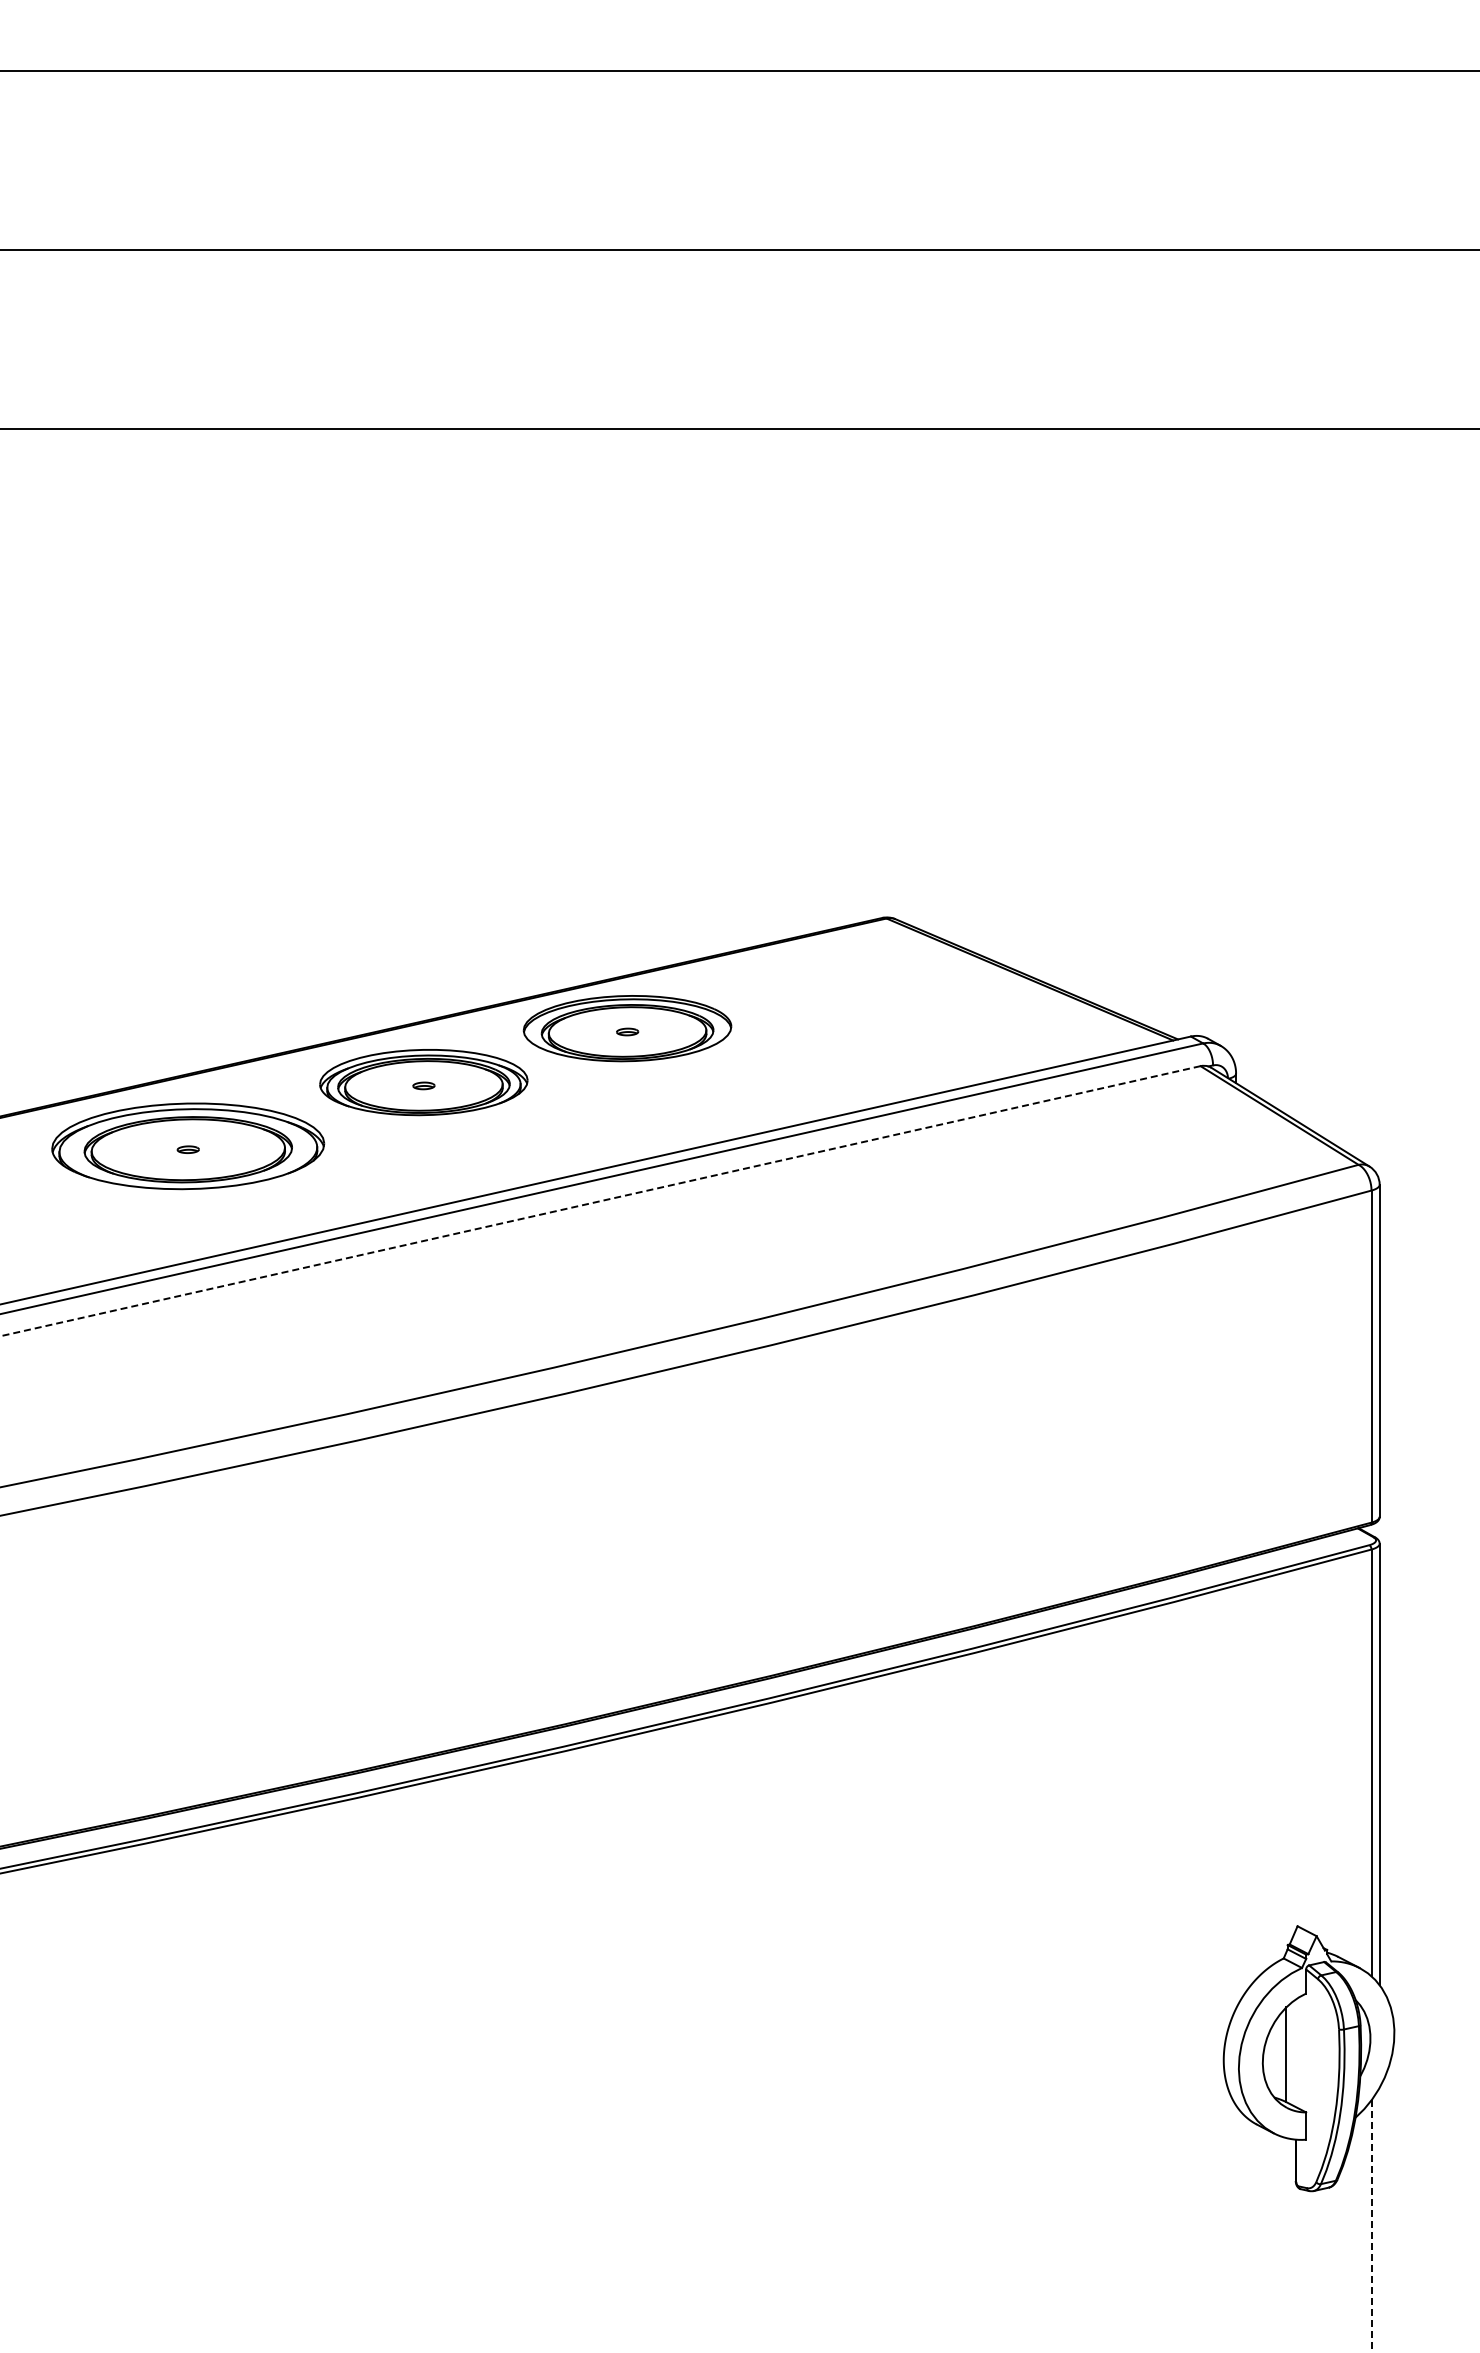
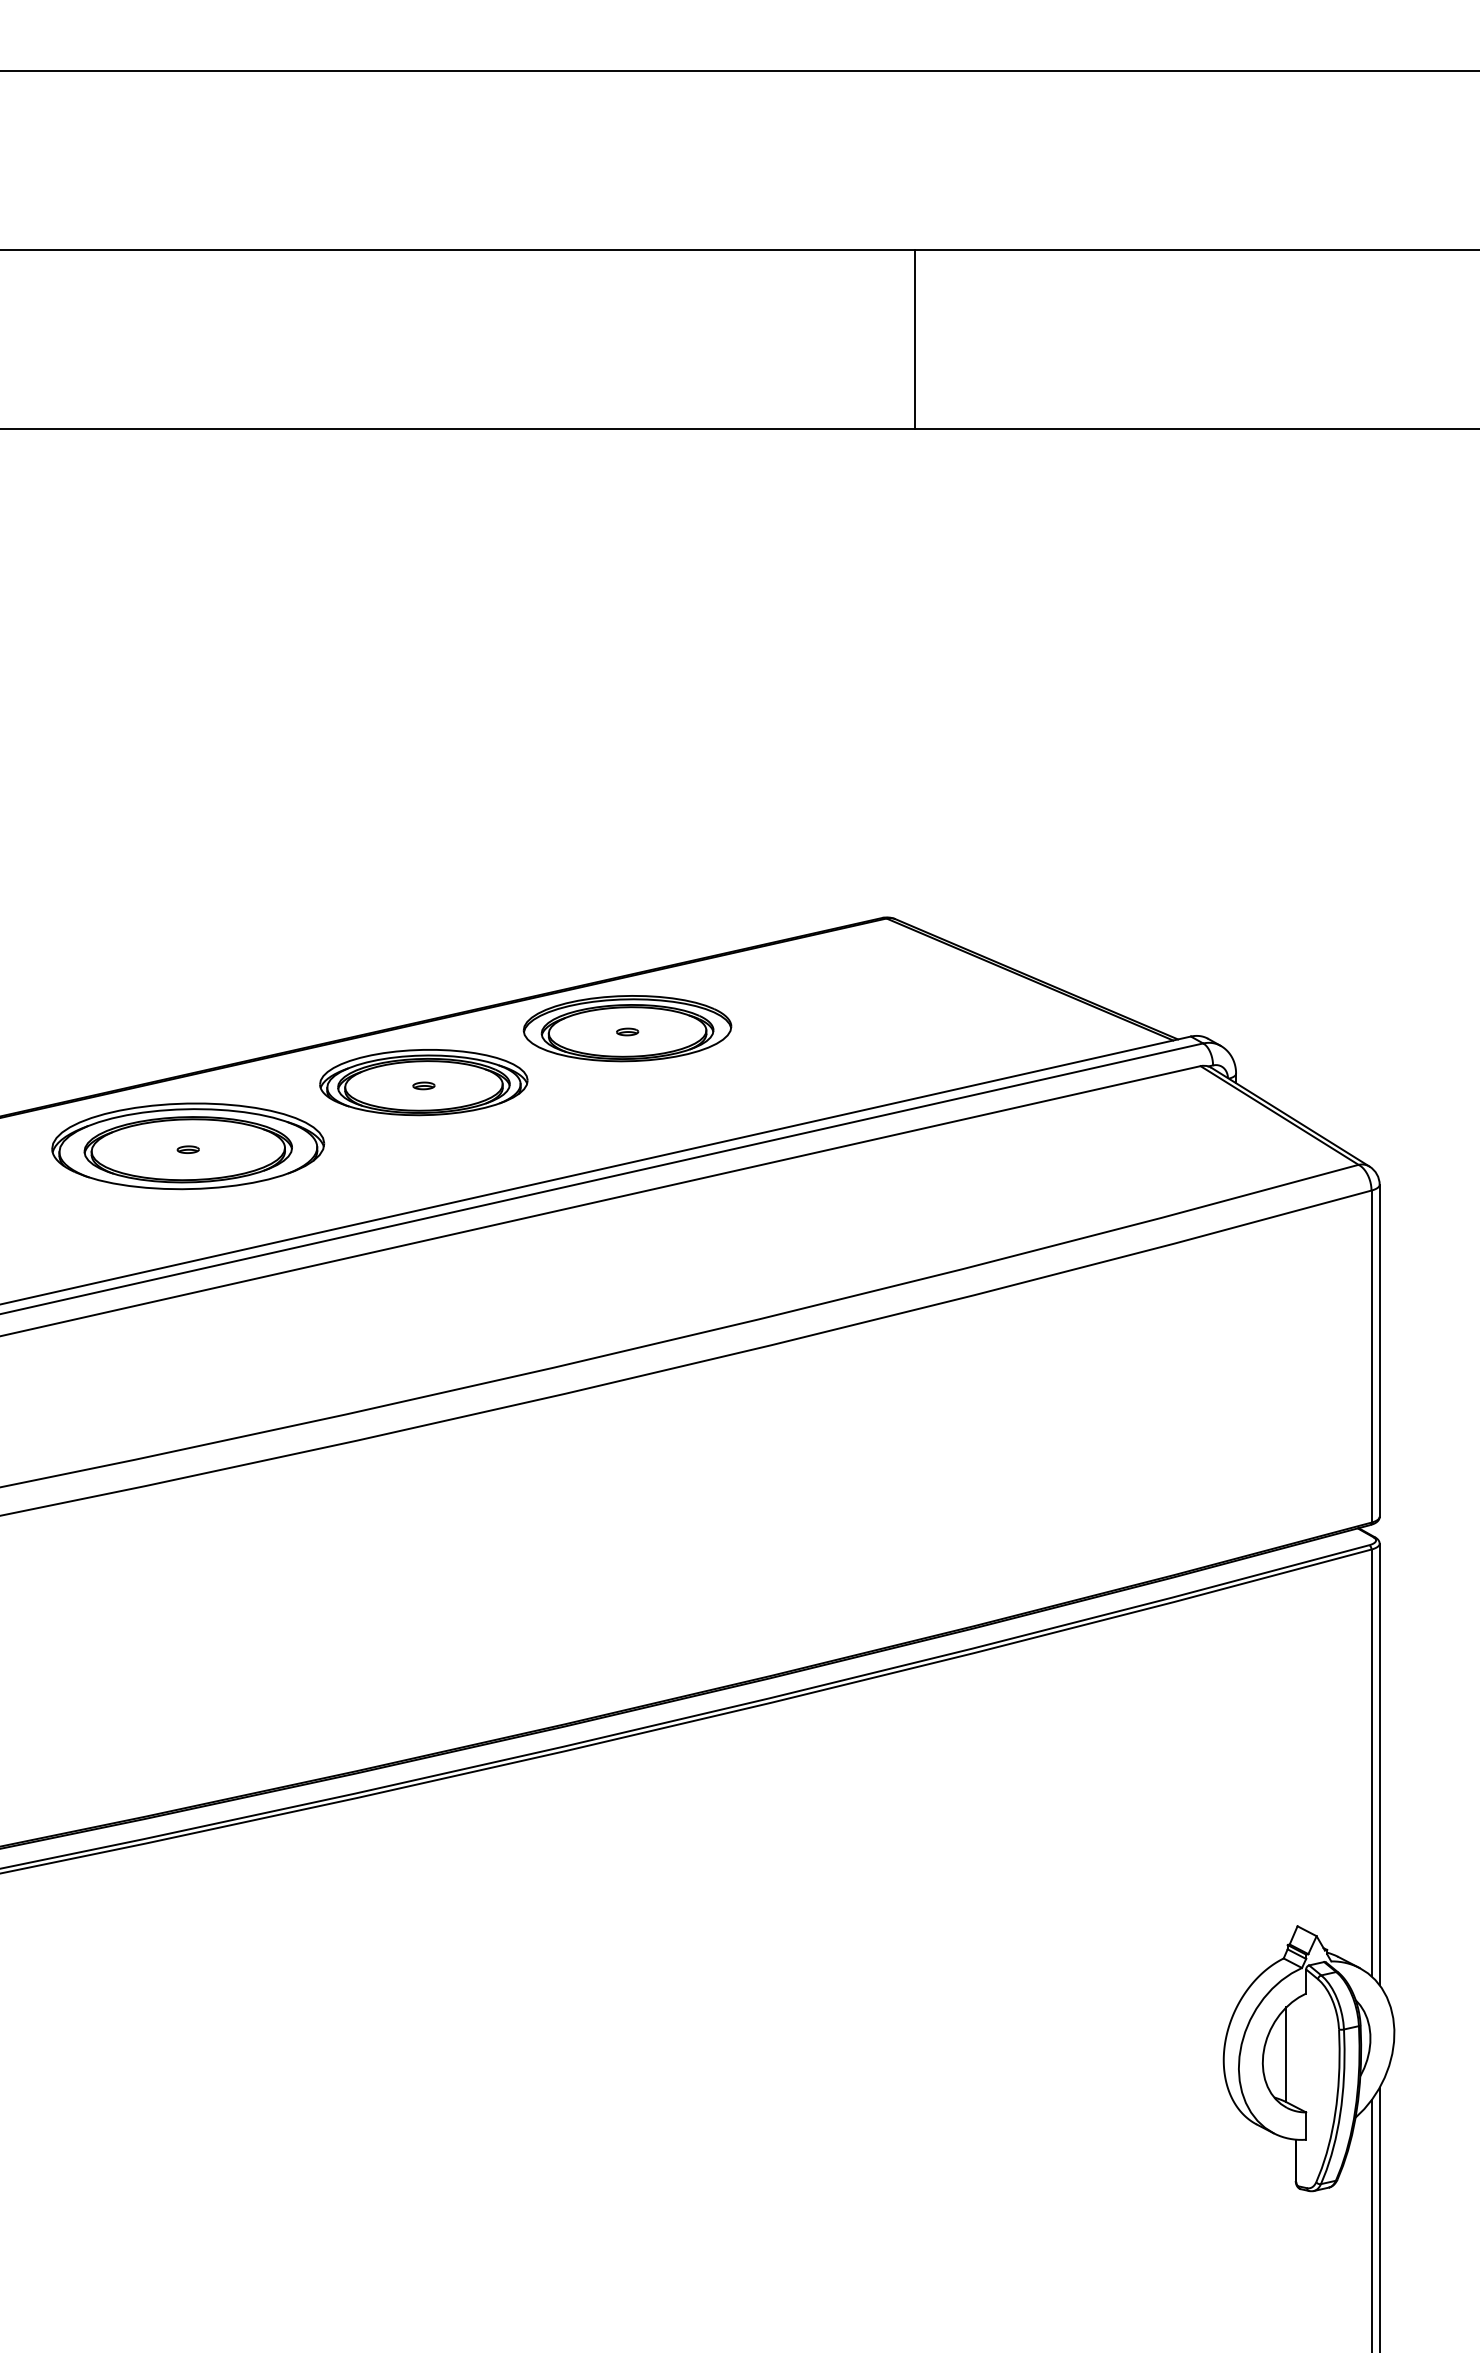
line at (915, 338): none -> present
line at (599, 1201): dashed -> solid
line at (1379, 2218): none -> present
line at (1371, 2226): dashed -> solid
